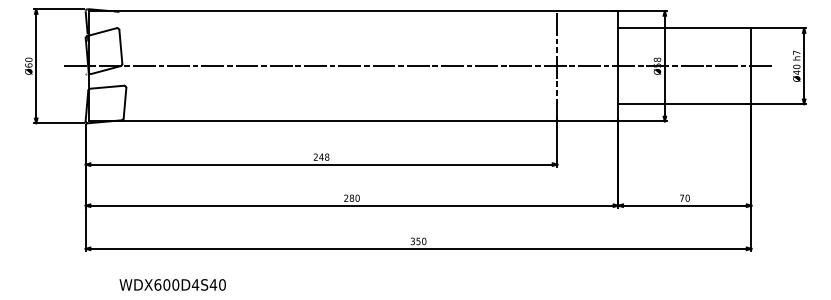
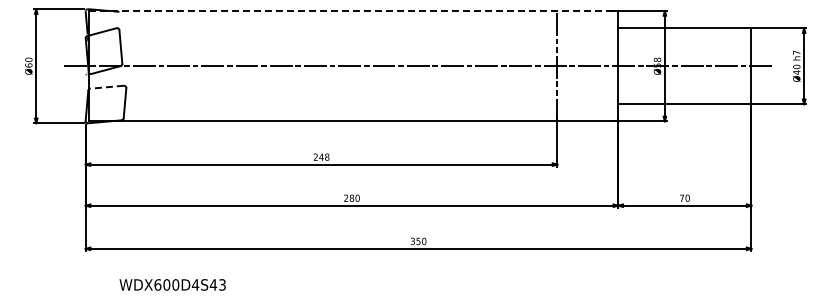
line at (353, 11): solid -> dashed
line at (107, 87): solid -> dashed
text at (222, 284): WDX600D4S40 -> WDX600D4S43
